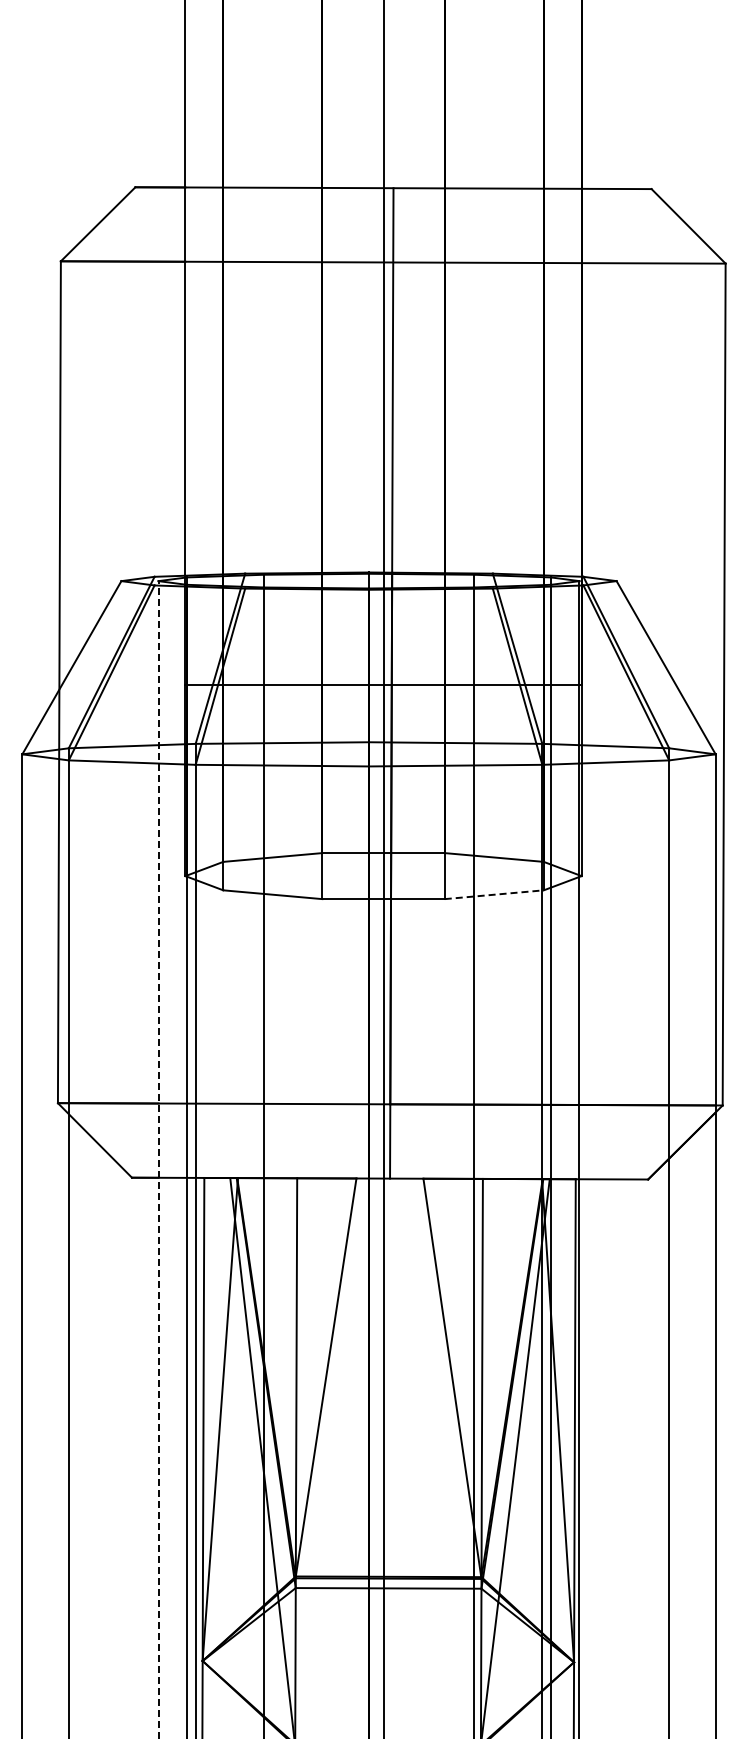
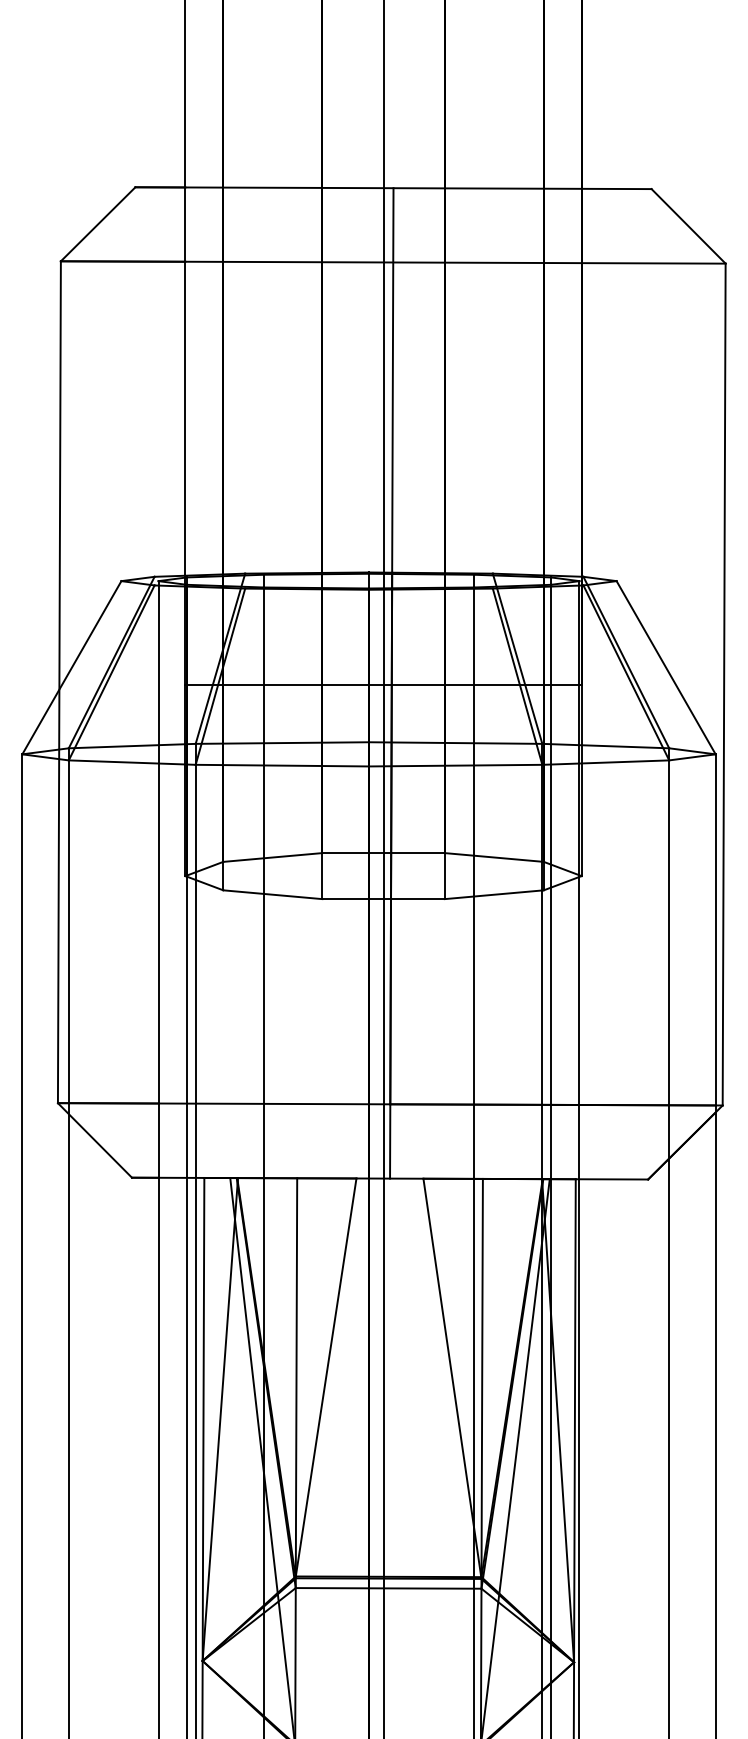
line at (494, 894): dashed -> solid
line at (158, 1159): dashed -> solid
